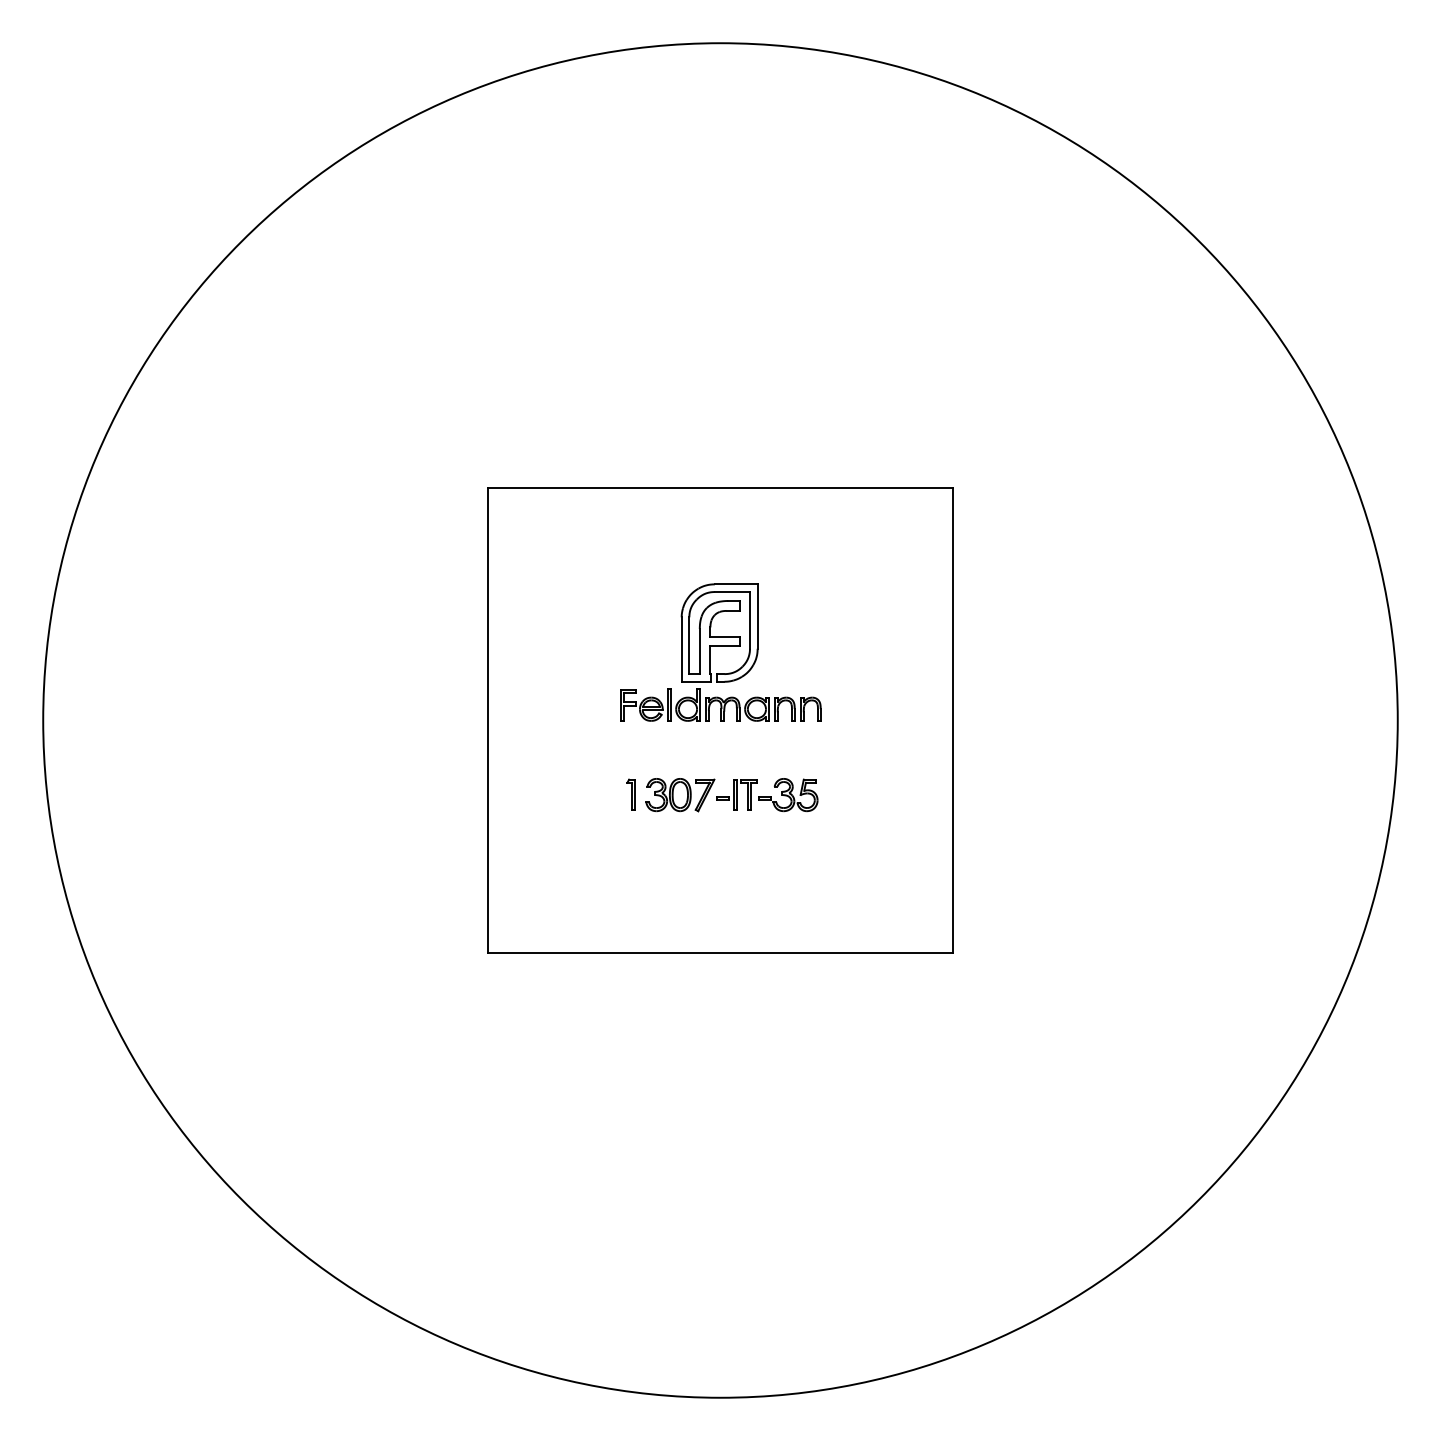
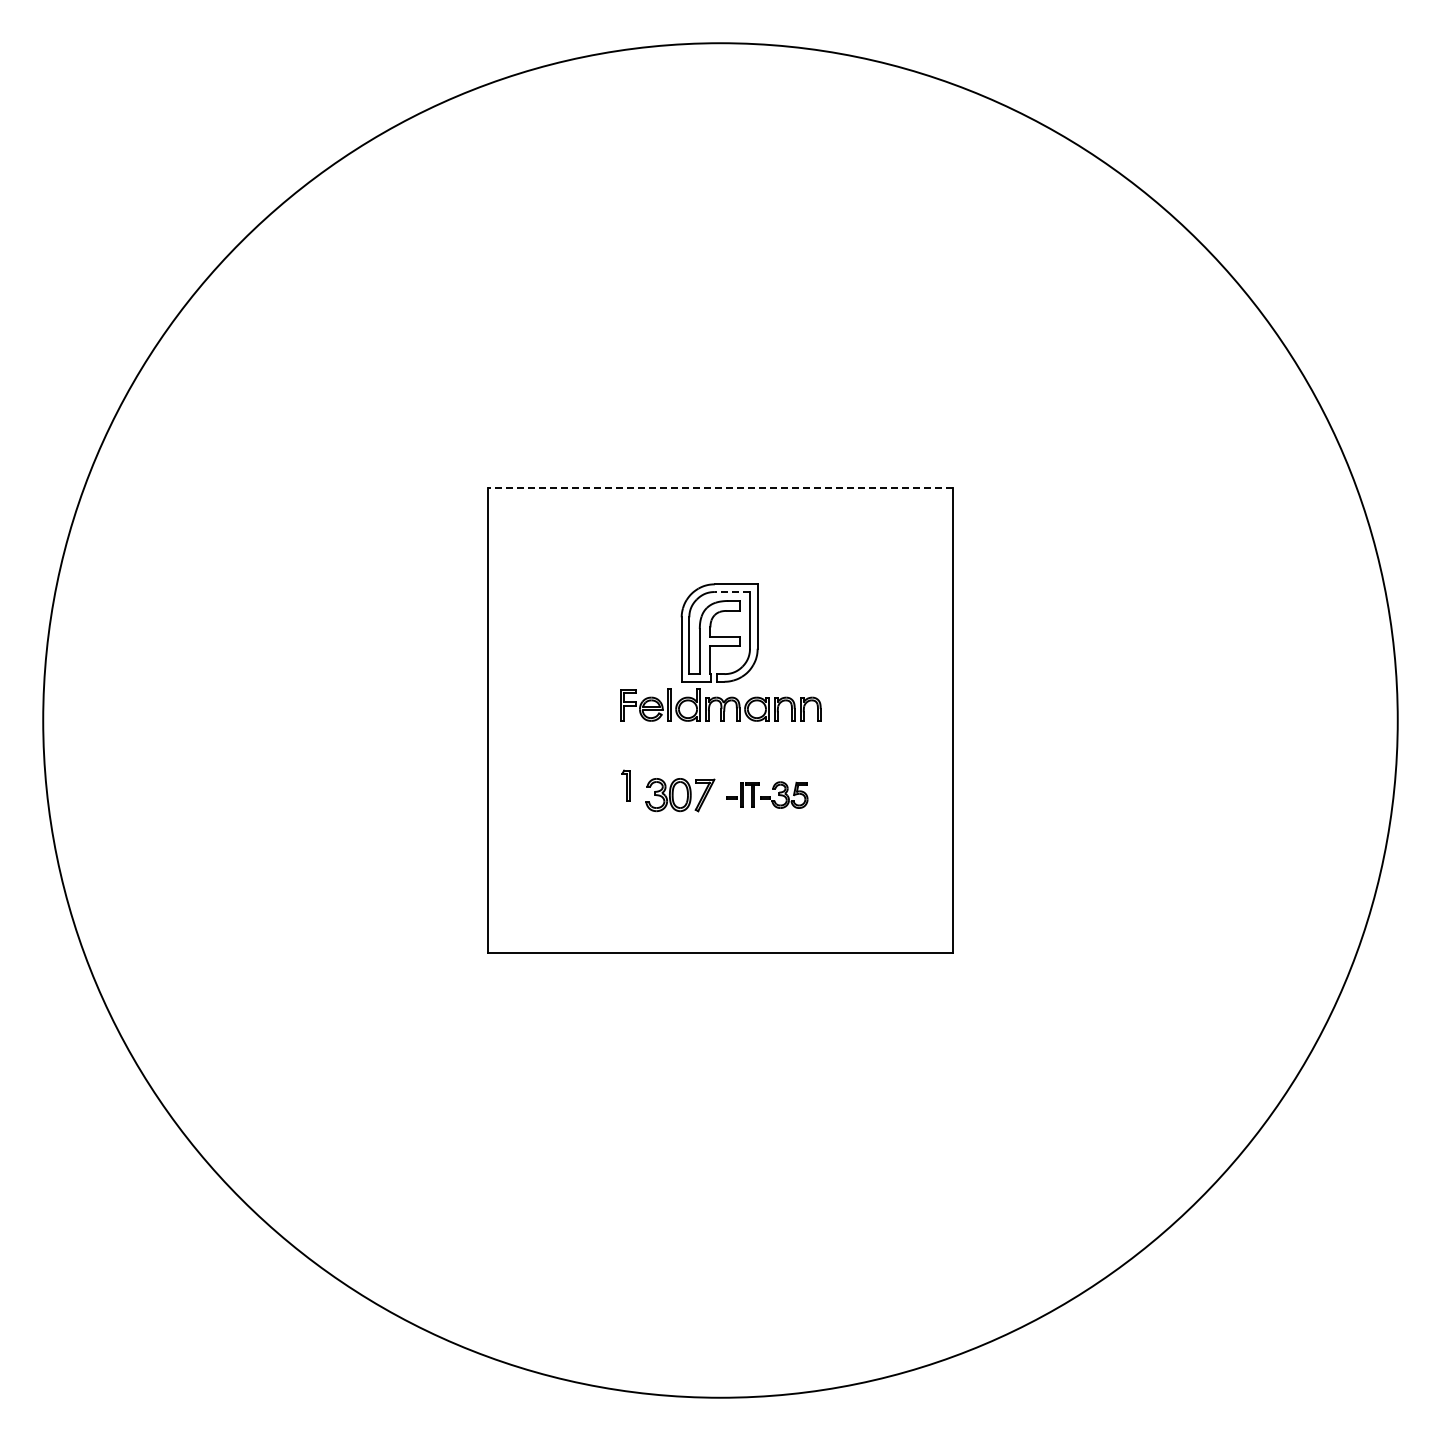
line at (719, 488): solid -> dashed
line at (732, 592): solid -> dashed
part at (630, 794) position: (630, 794) -> (625, 785)
part at (767, 795) size: 103x35 px -> 83x28 px
